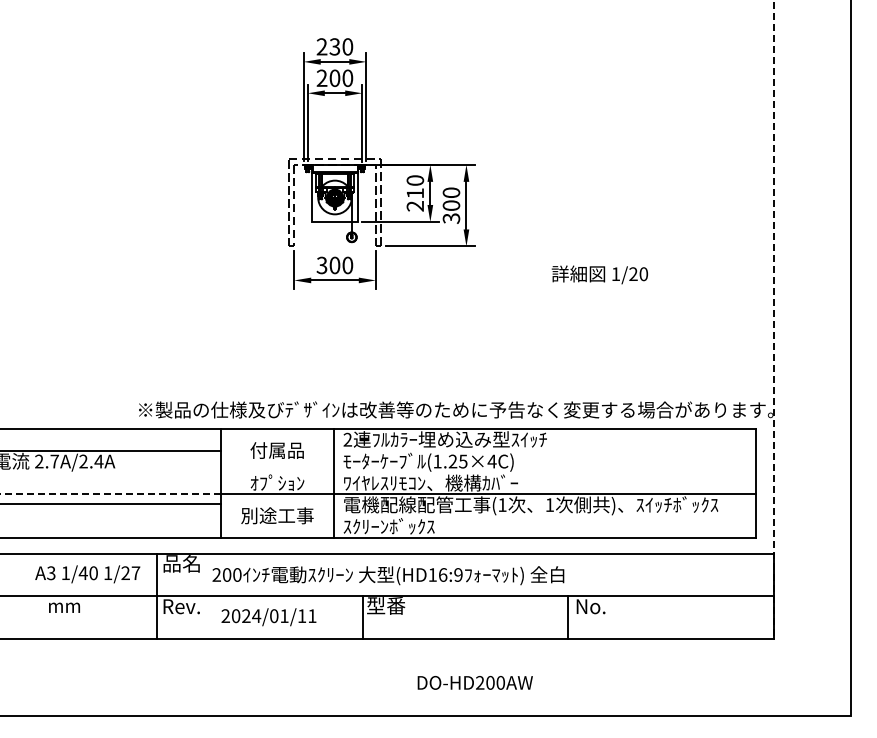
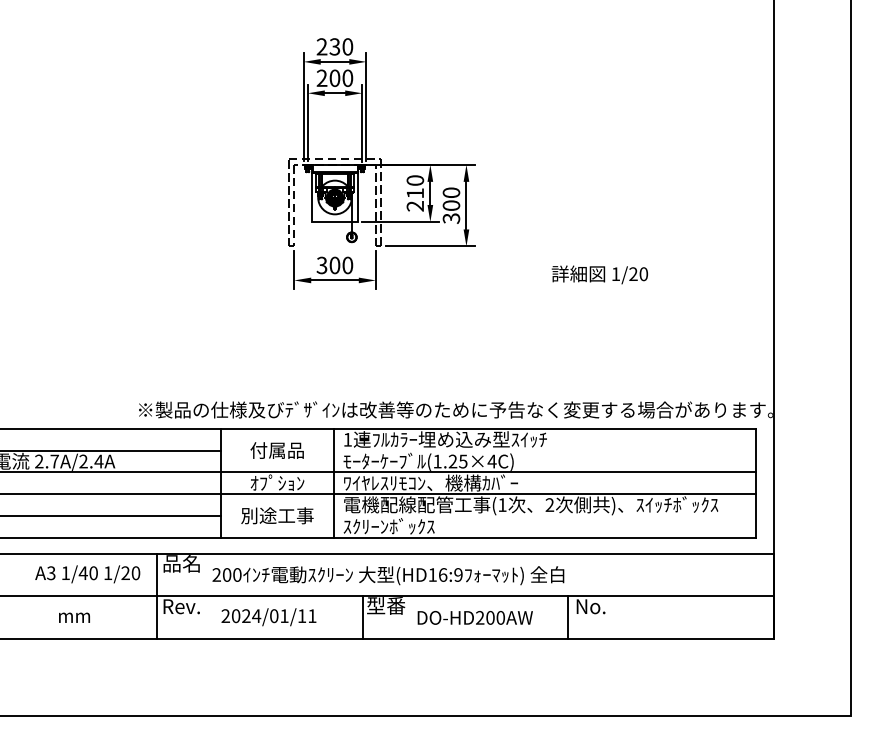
line at (774, 320): dashed -> solid
text at (347, 439): 2 -> 1
line at (379, 472): none -> present
line at (110, 494): dashed -> solid
line at (111, 503) position: (111, 503) -> (111, 515)
text at (549, 504): 1 -> 2
text at (135, 573): 1/27 -> 1/20
text at (64, 607) position: (64, 607) -> (74, 617)
text at (474, 682) position: (474, 682) -> (474, 617)
